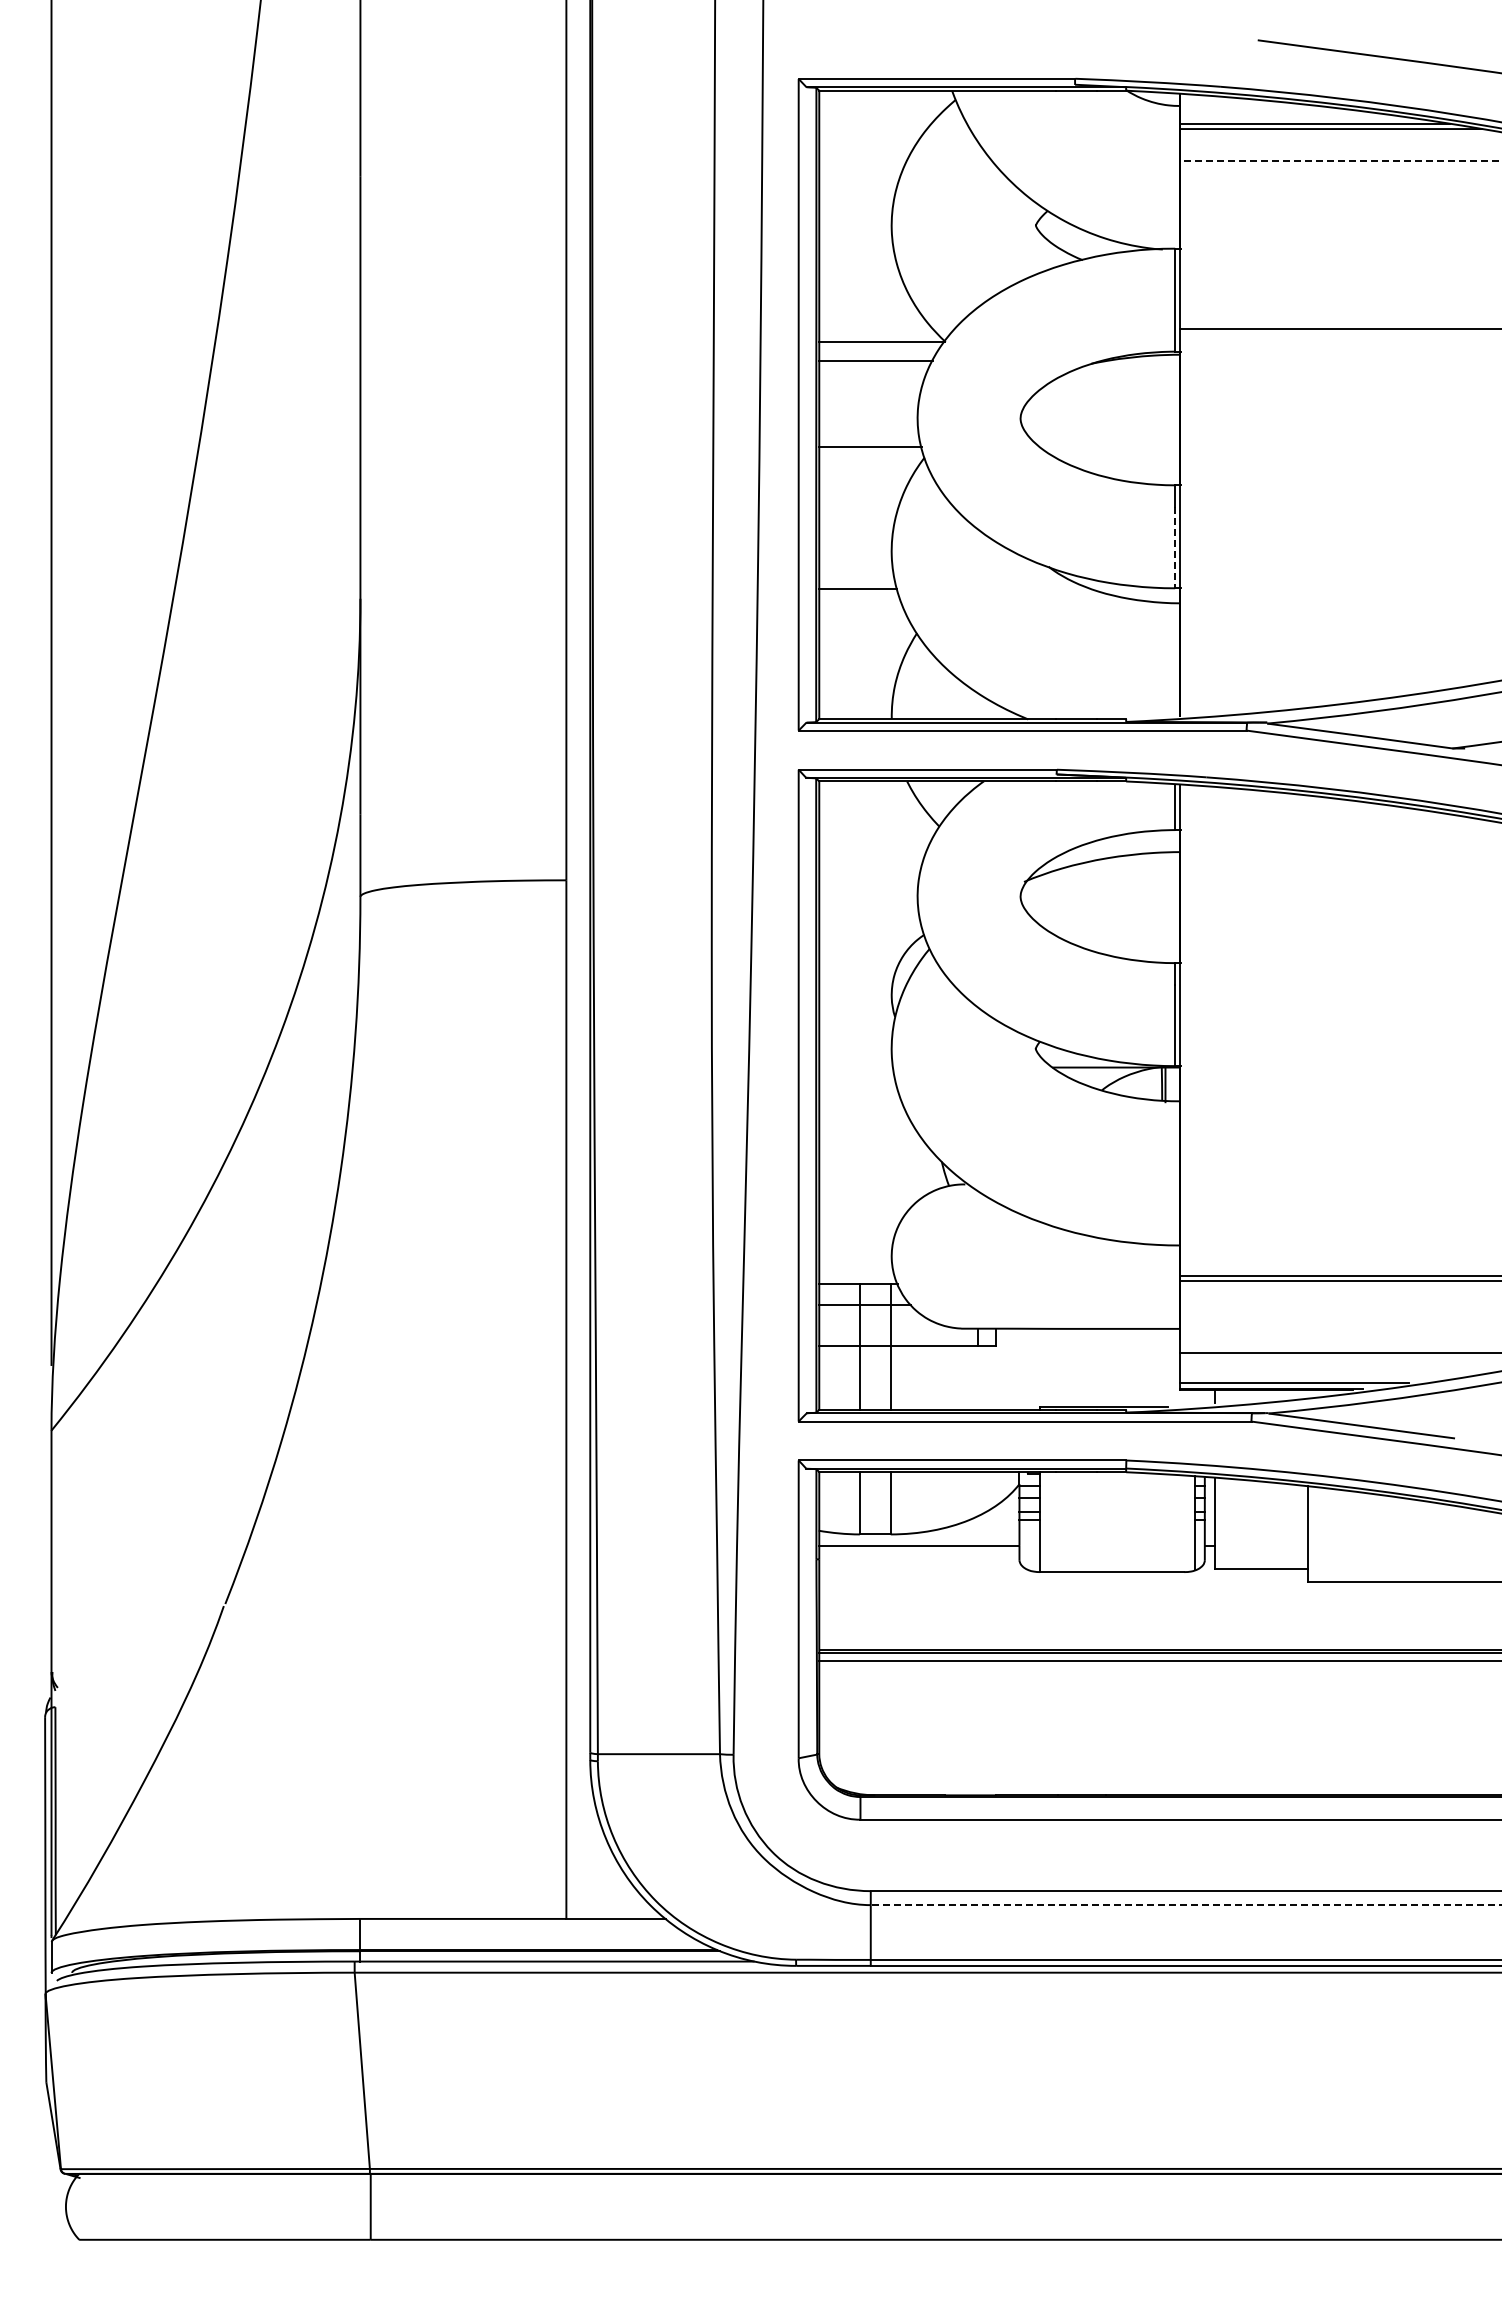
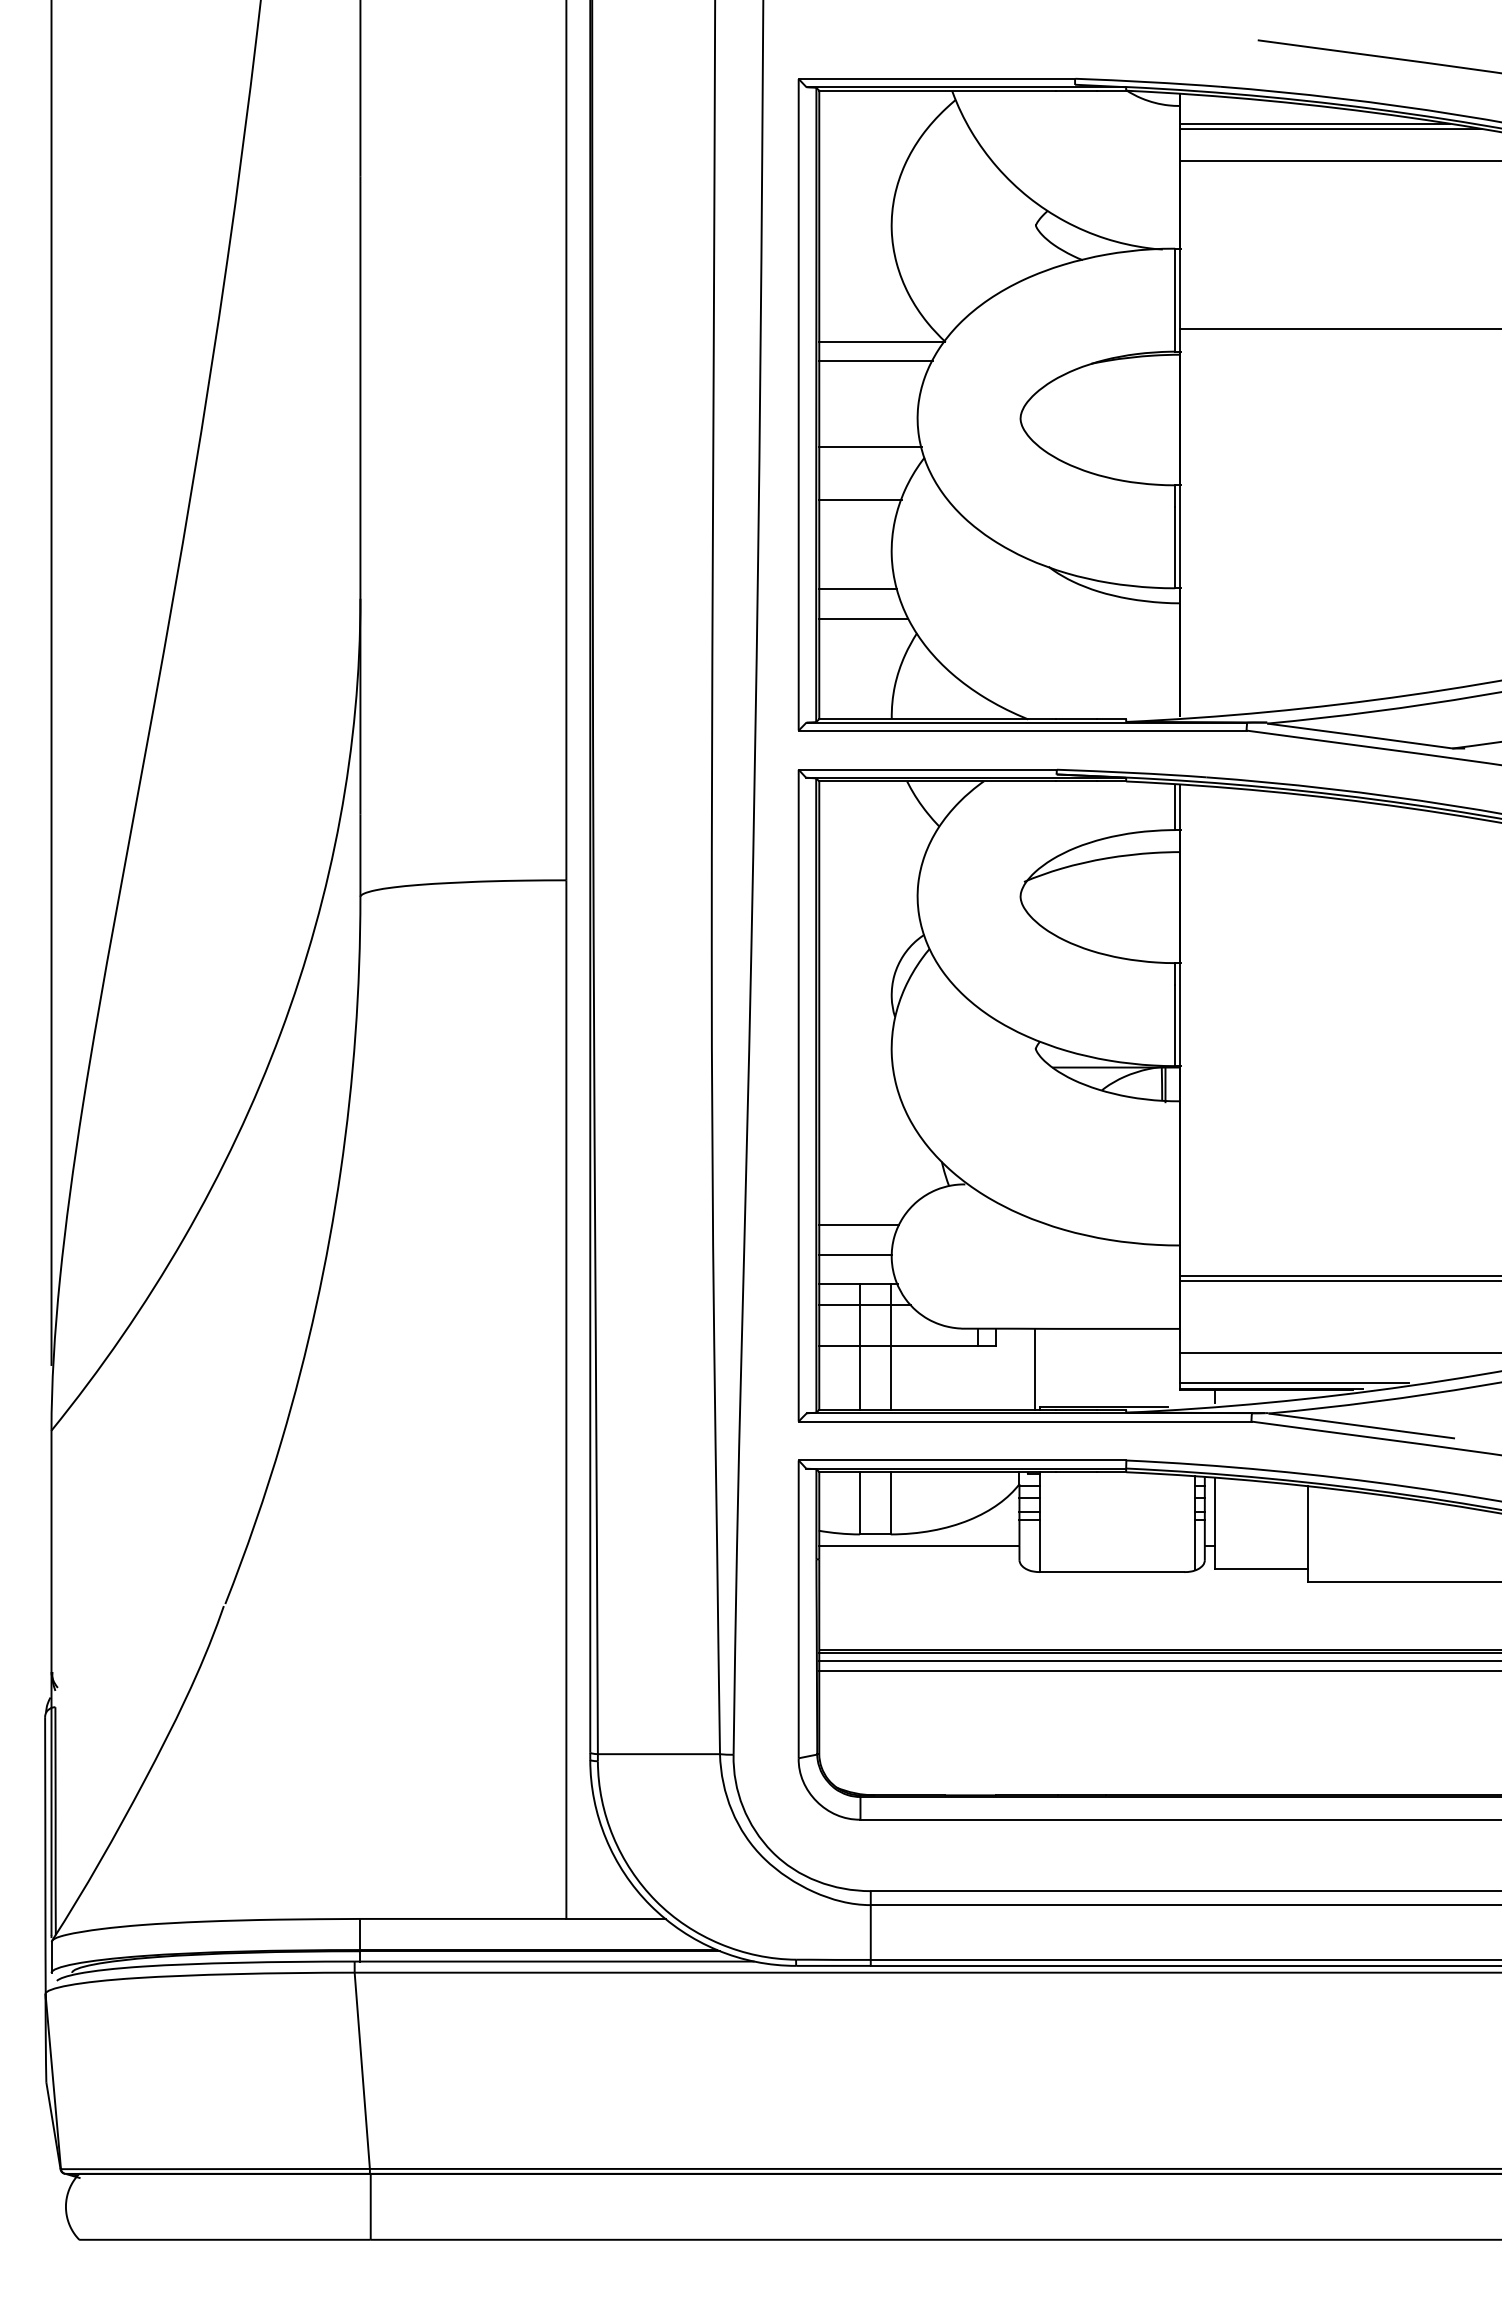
line at (1341, 160): dashed -> solid
line at (860, 500): none -> present
line at (1175, 547): dashed -> solid
line at (863, 618): none -> present
line at (859, 1225): none -> present
line at (855, 1254): none -> present
line at (1034, 1368): none -> present
line at (1158, 1671): none -> present
line at (1185, 1905): dashed -> solid
